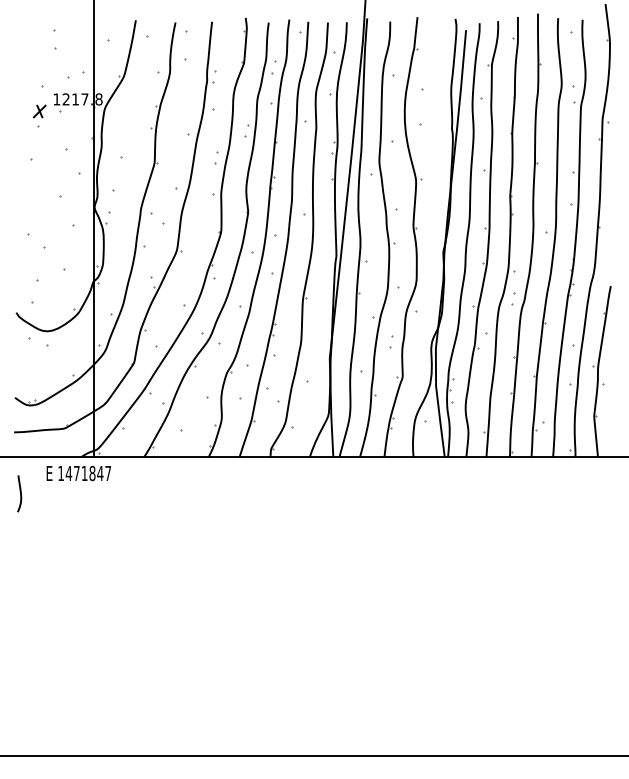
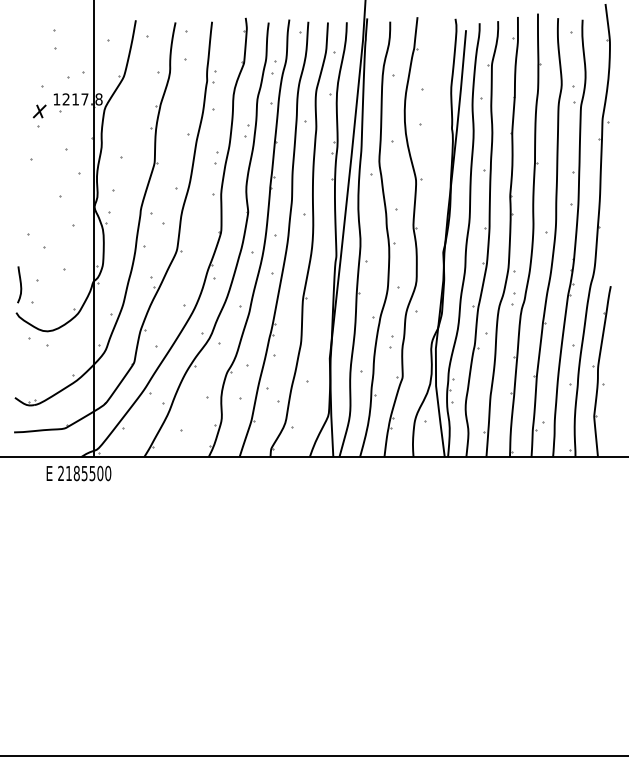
text at (84, 473): 1471847 -> 2185500
curve at (20, 493) position: (20, 493) -> (20, 284)
